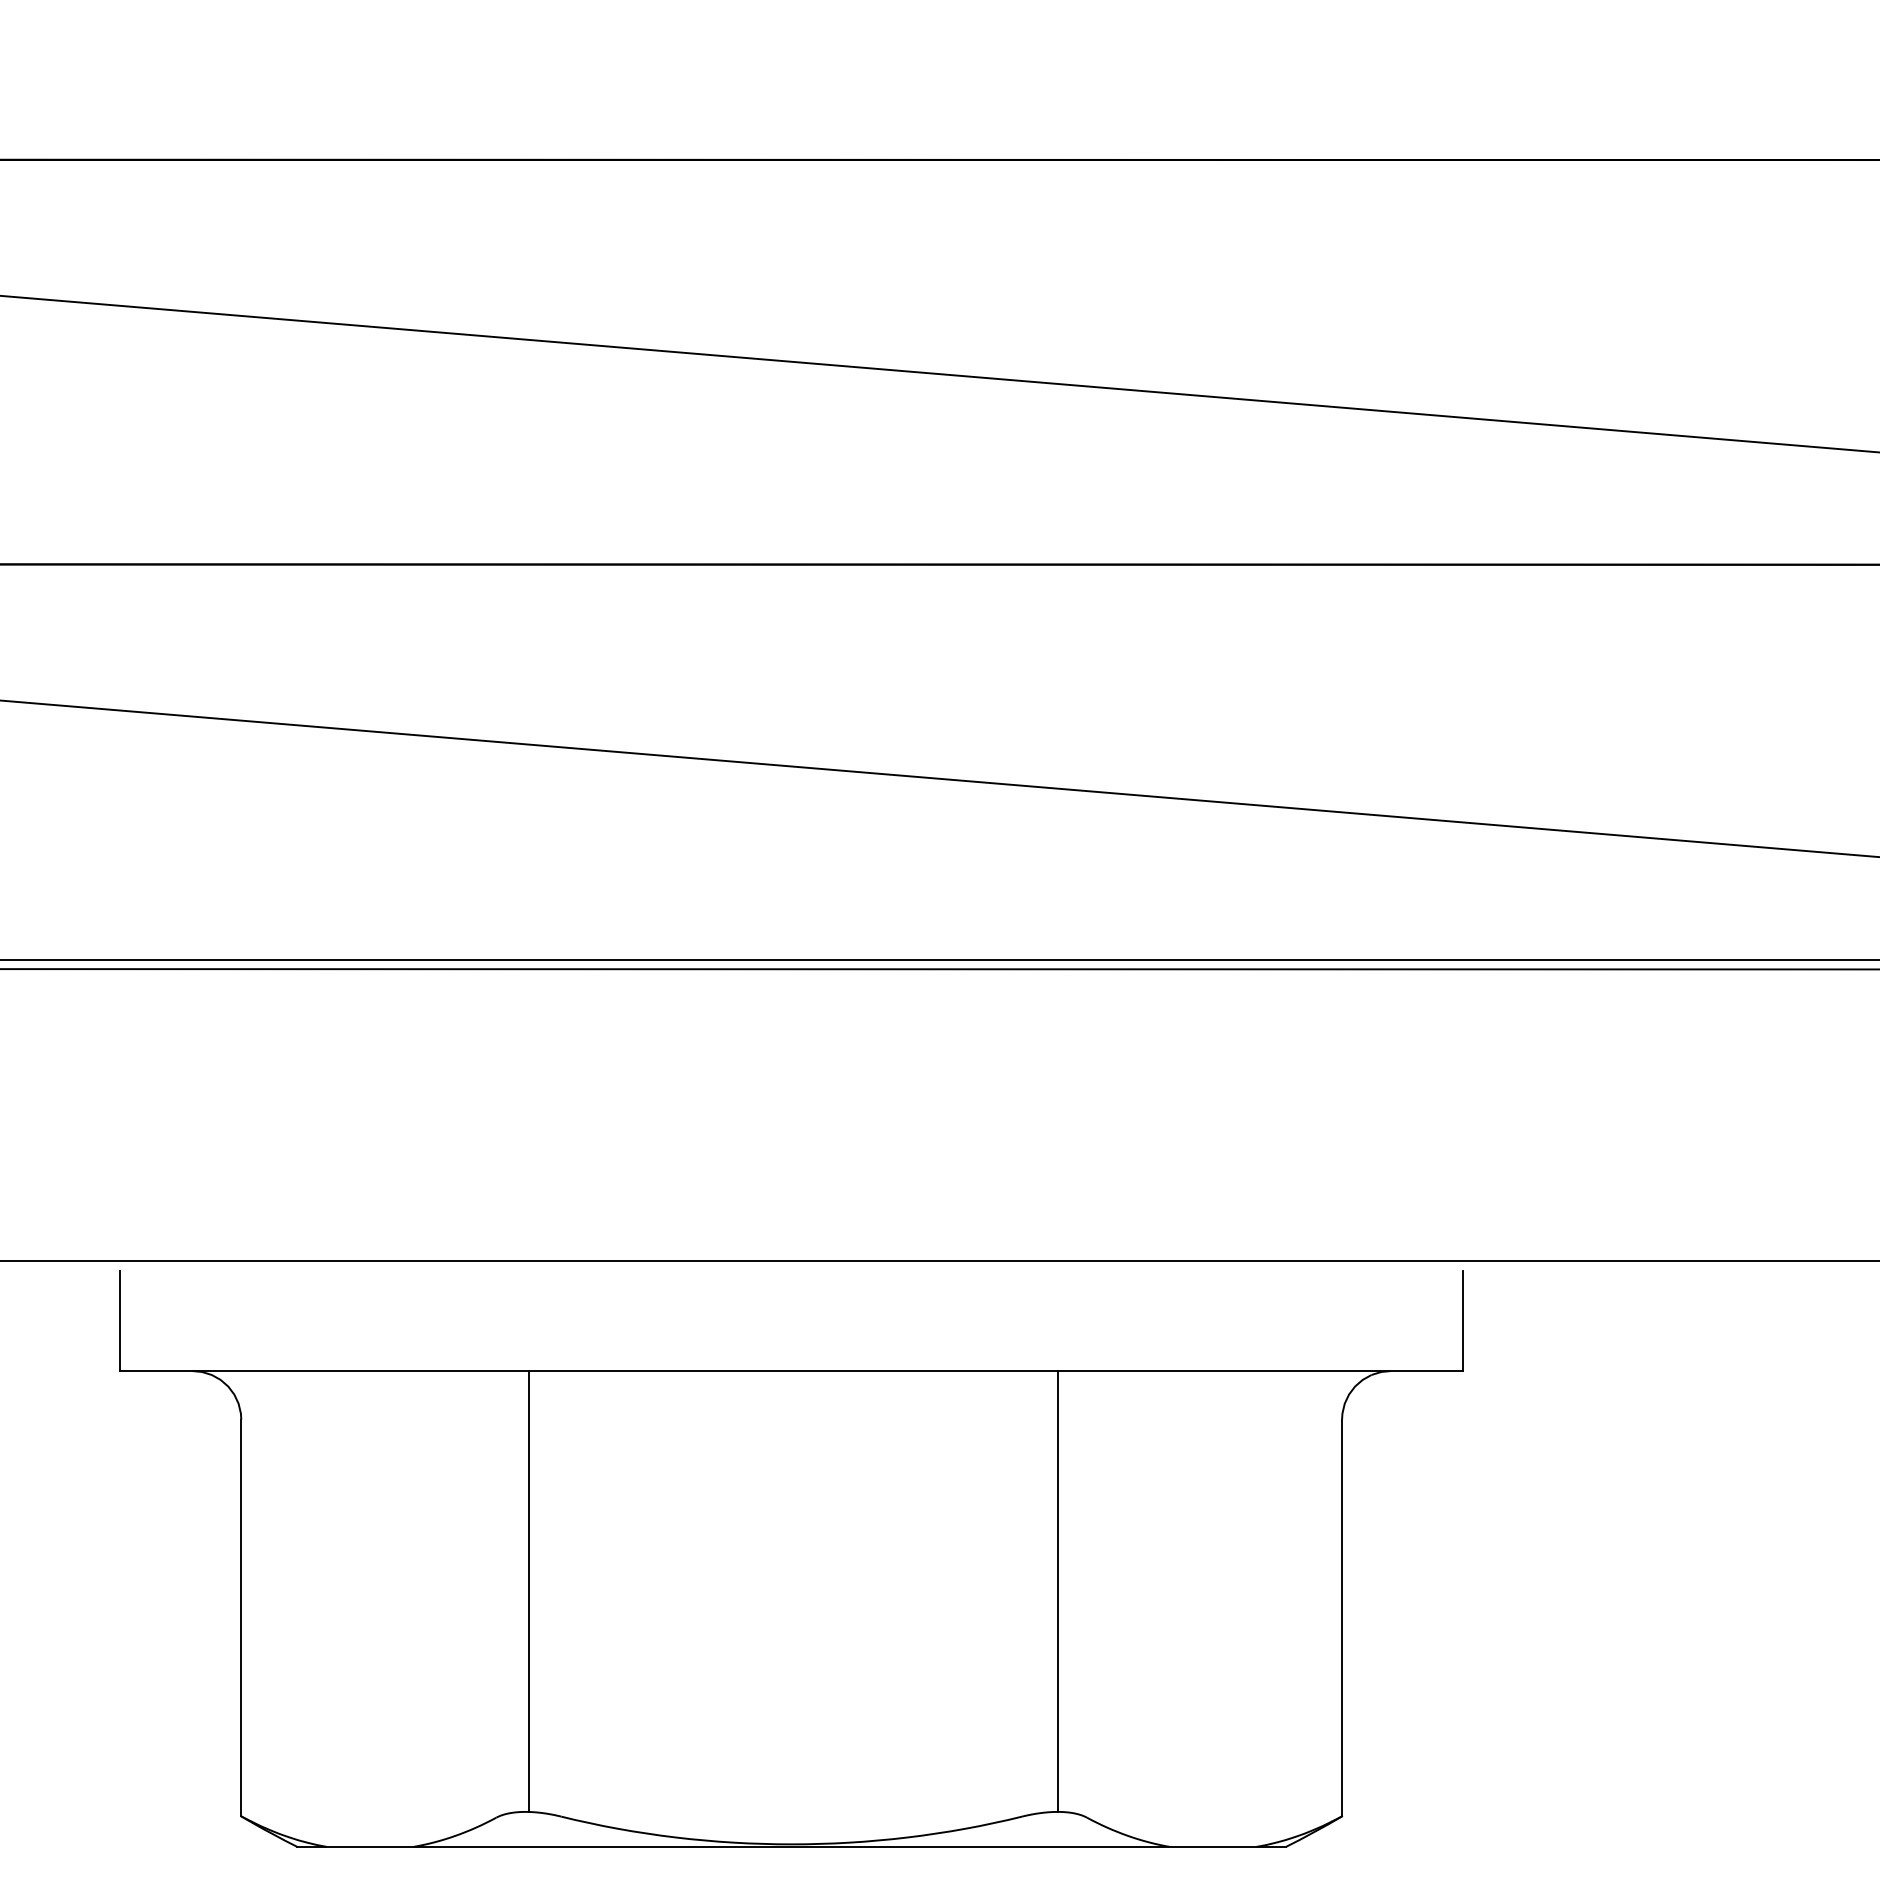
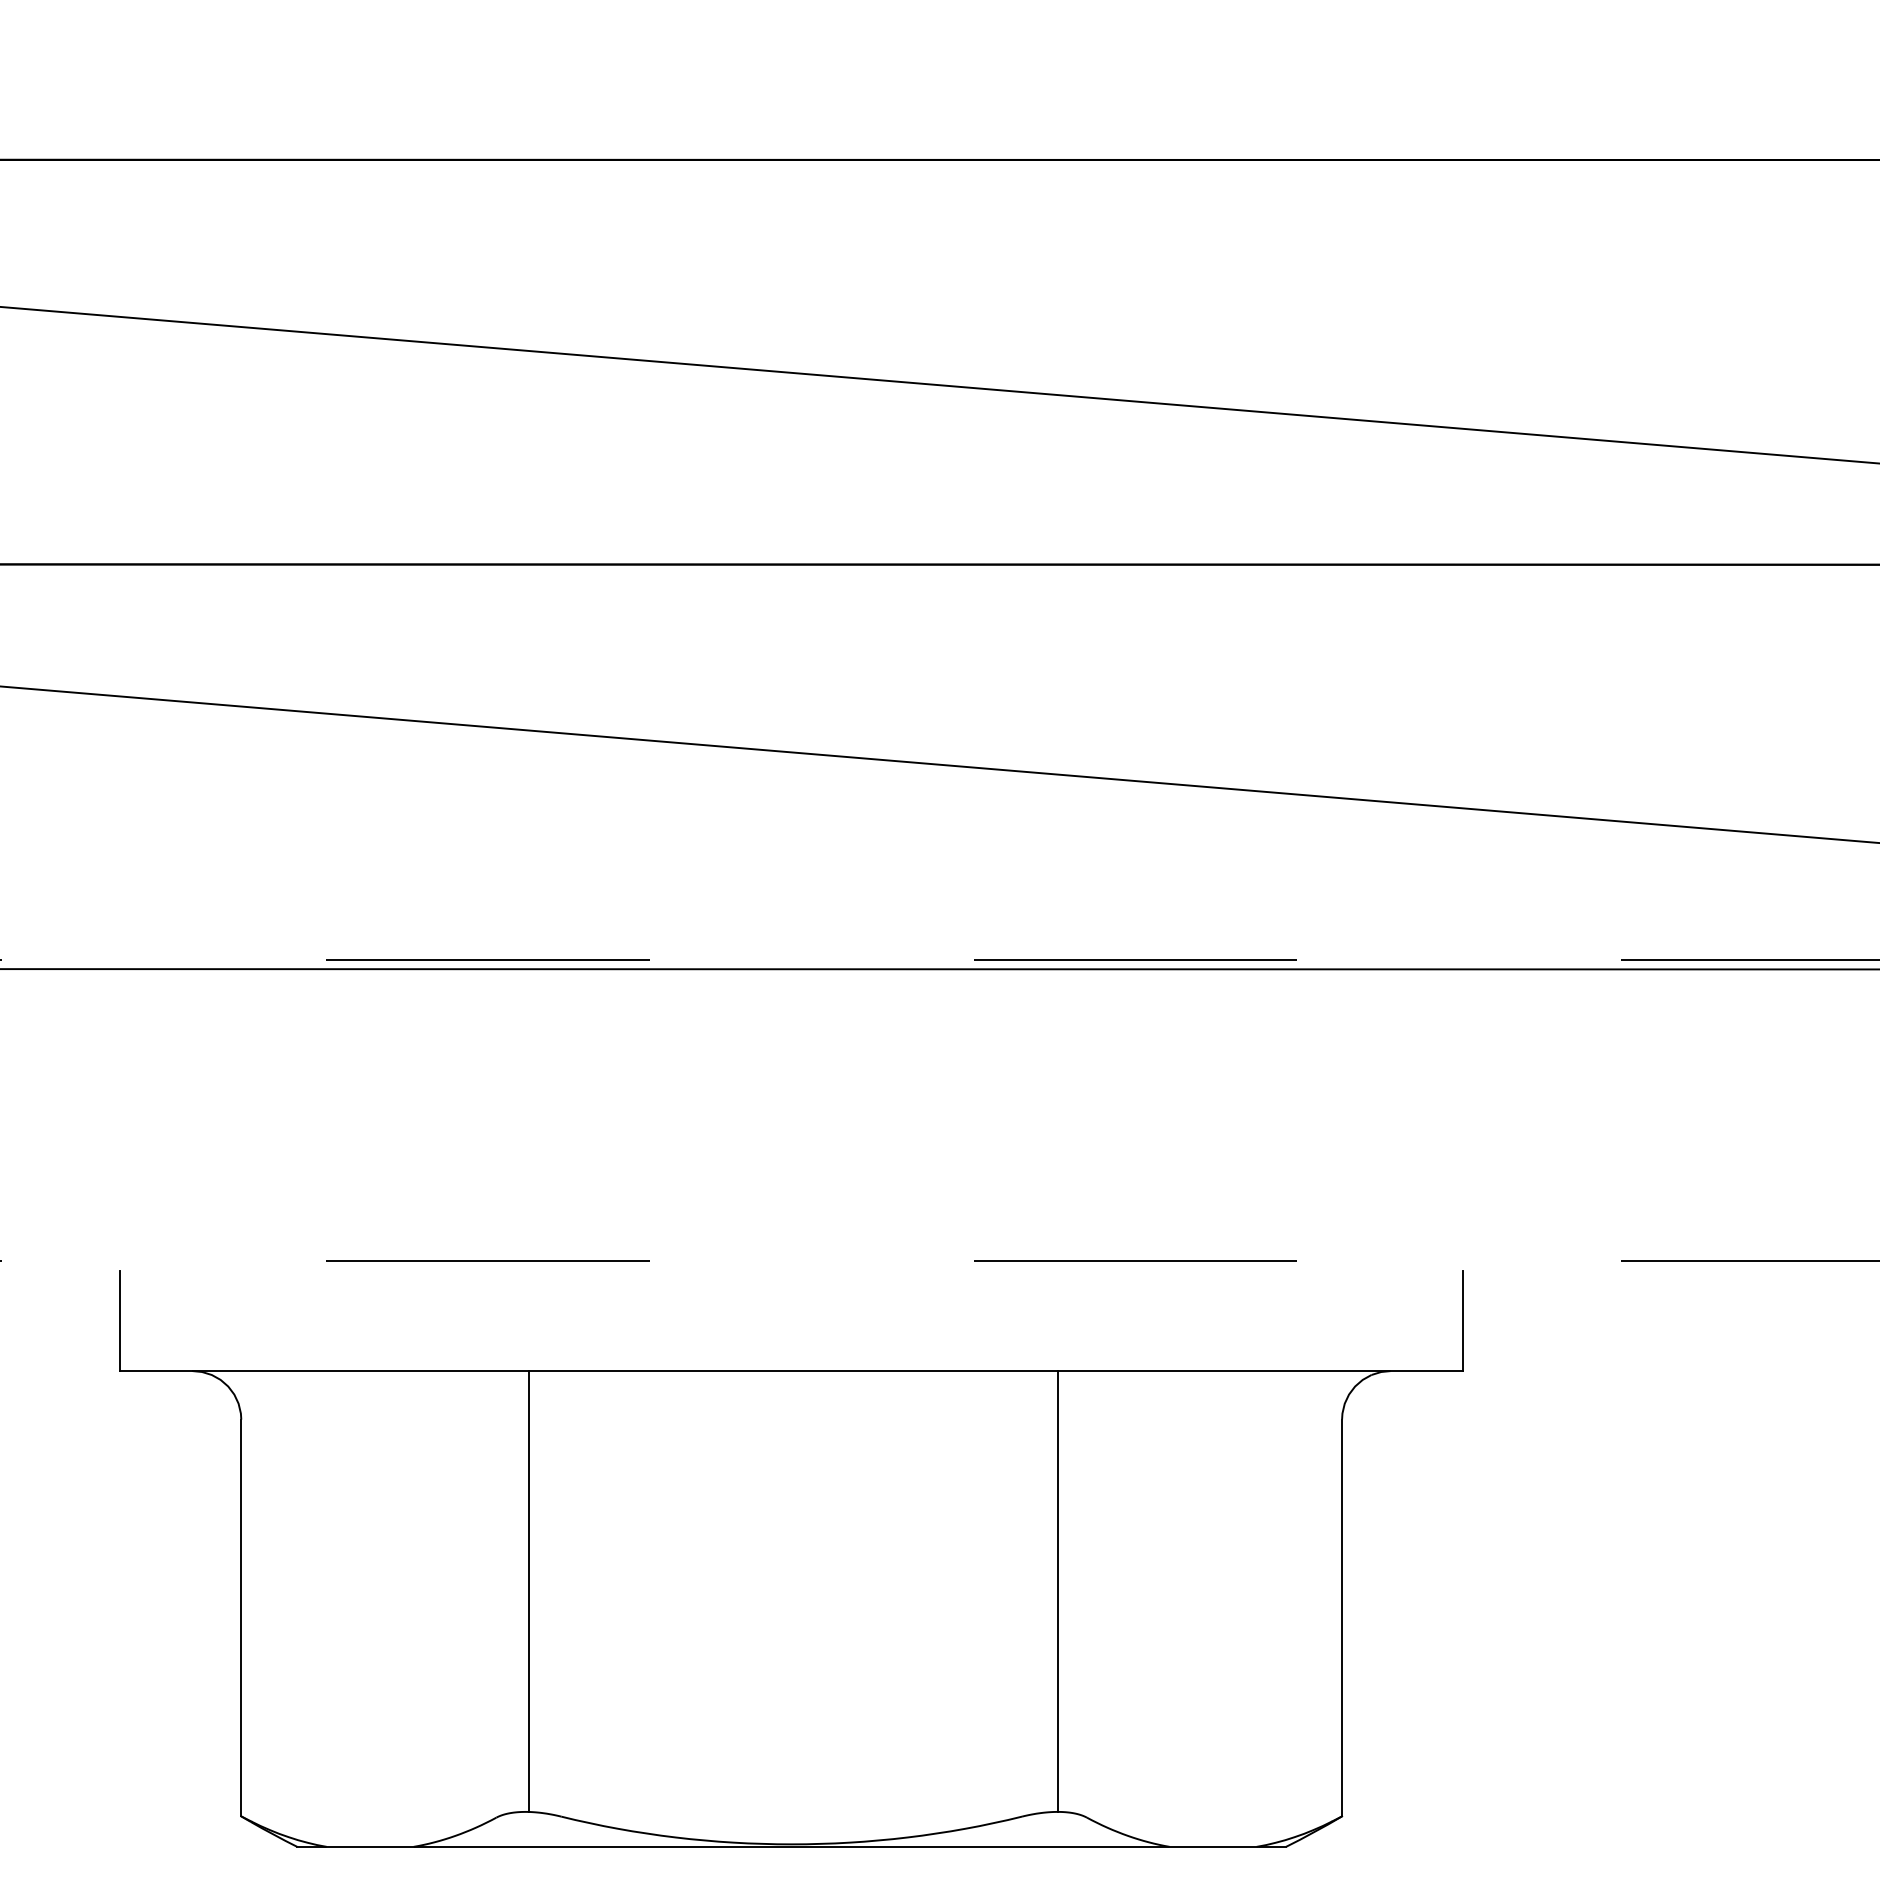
line at (939, 374) position: (939, 374) -> (939, 385)
line at (939, 778) position: (939, 778) -> (939, 764)
line at (939, 960): solid -> dashed
line at (939, 1261): solid -> dashed
